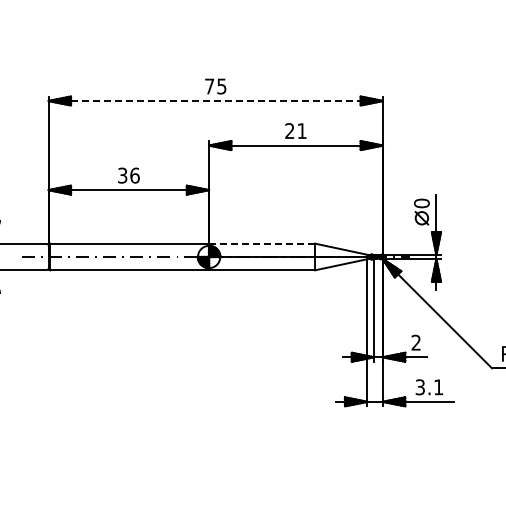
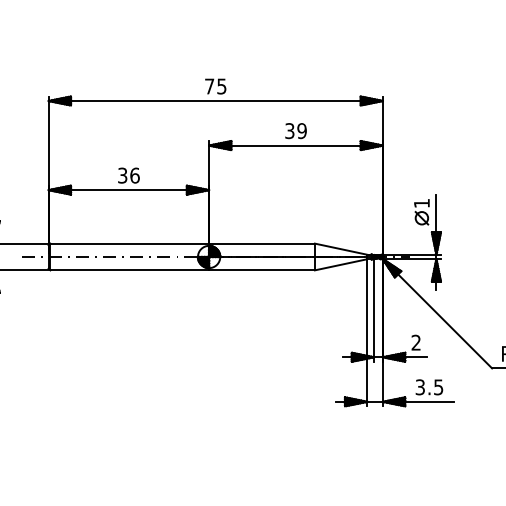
line at (216, 101): dashed -> solid
text at (295, 131): 21 -> 39
text at (421, 203): 0 -> 1
line at (262, 243): dashed -> solid
text at (438, 387): 3.1 -> 3.5
